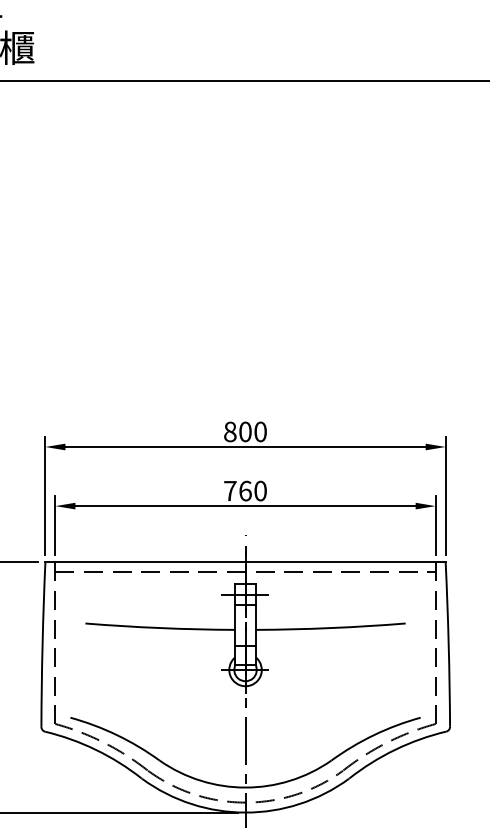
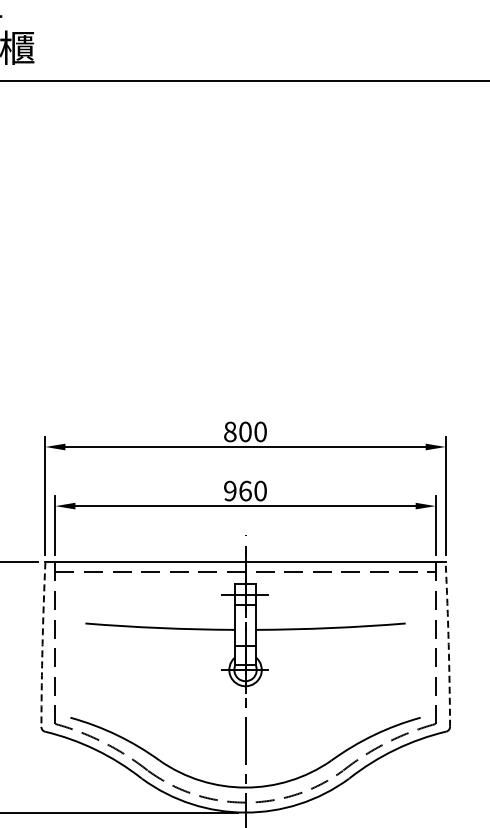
text at (230, 490): 760 -> 960
arc at (42, 644): solid -> dashed
arc at (448, 644): solid -> dashed
